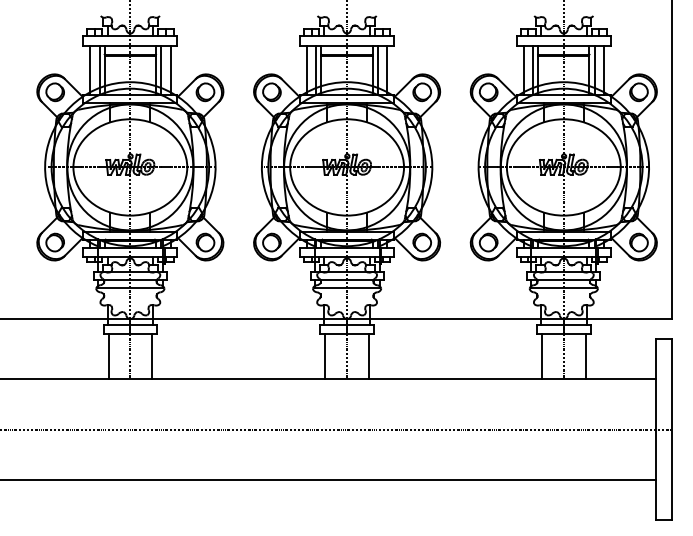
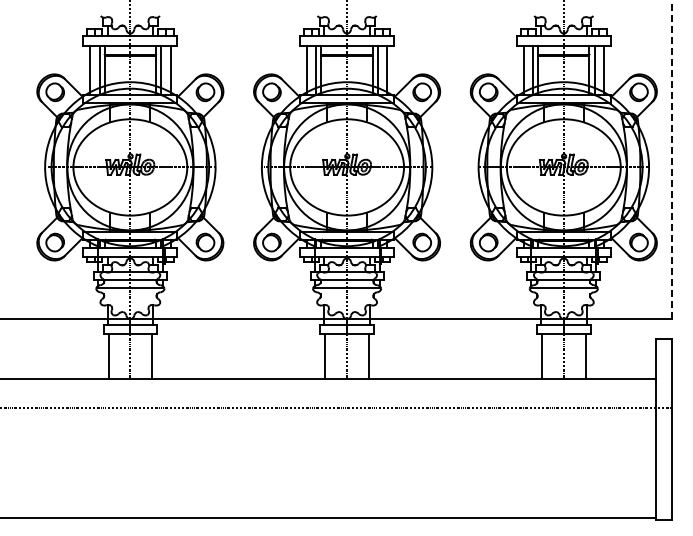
line at (672, 159): solid -> dashed
line at (337, 429) position: (337, 429) -> (337, 407)
line at (329, 480) position: (329, 480) -> (329, 518)
